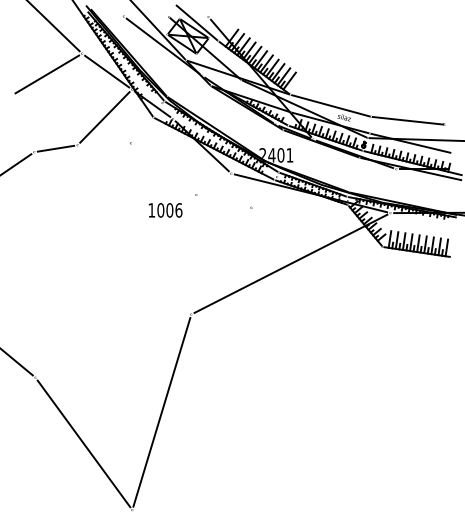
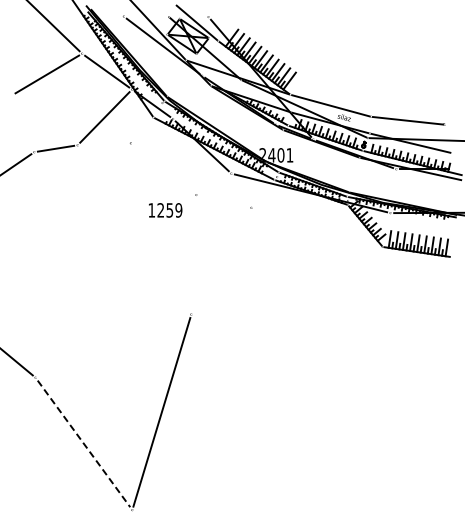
text at (169, 210): 1006 -> 1259
line at (290, 263): present -> none
line at (84, 444): solid -> dashed
